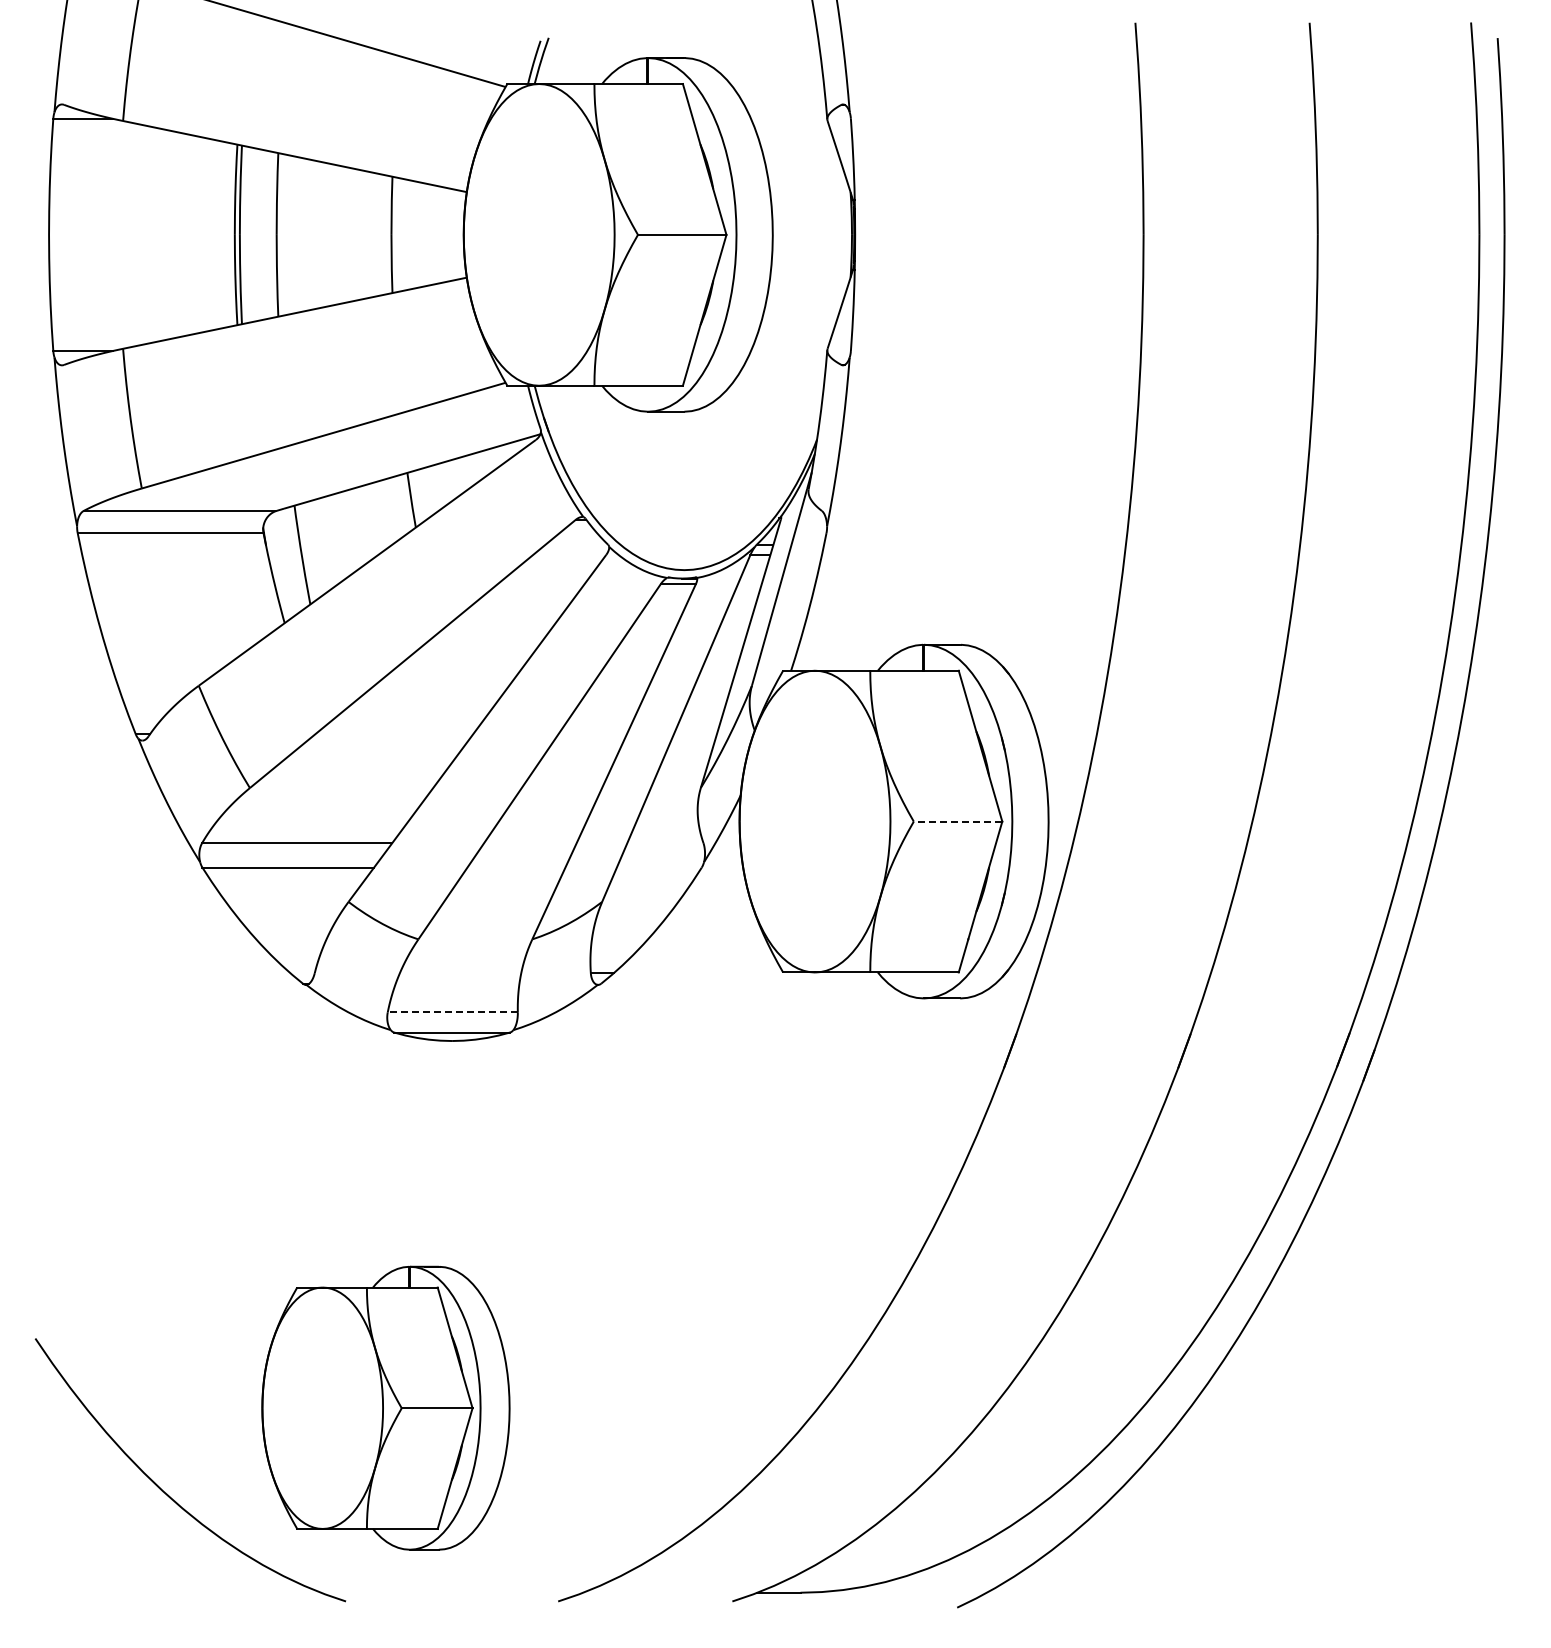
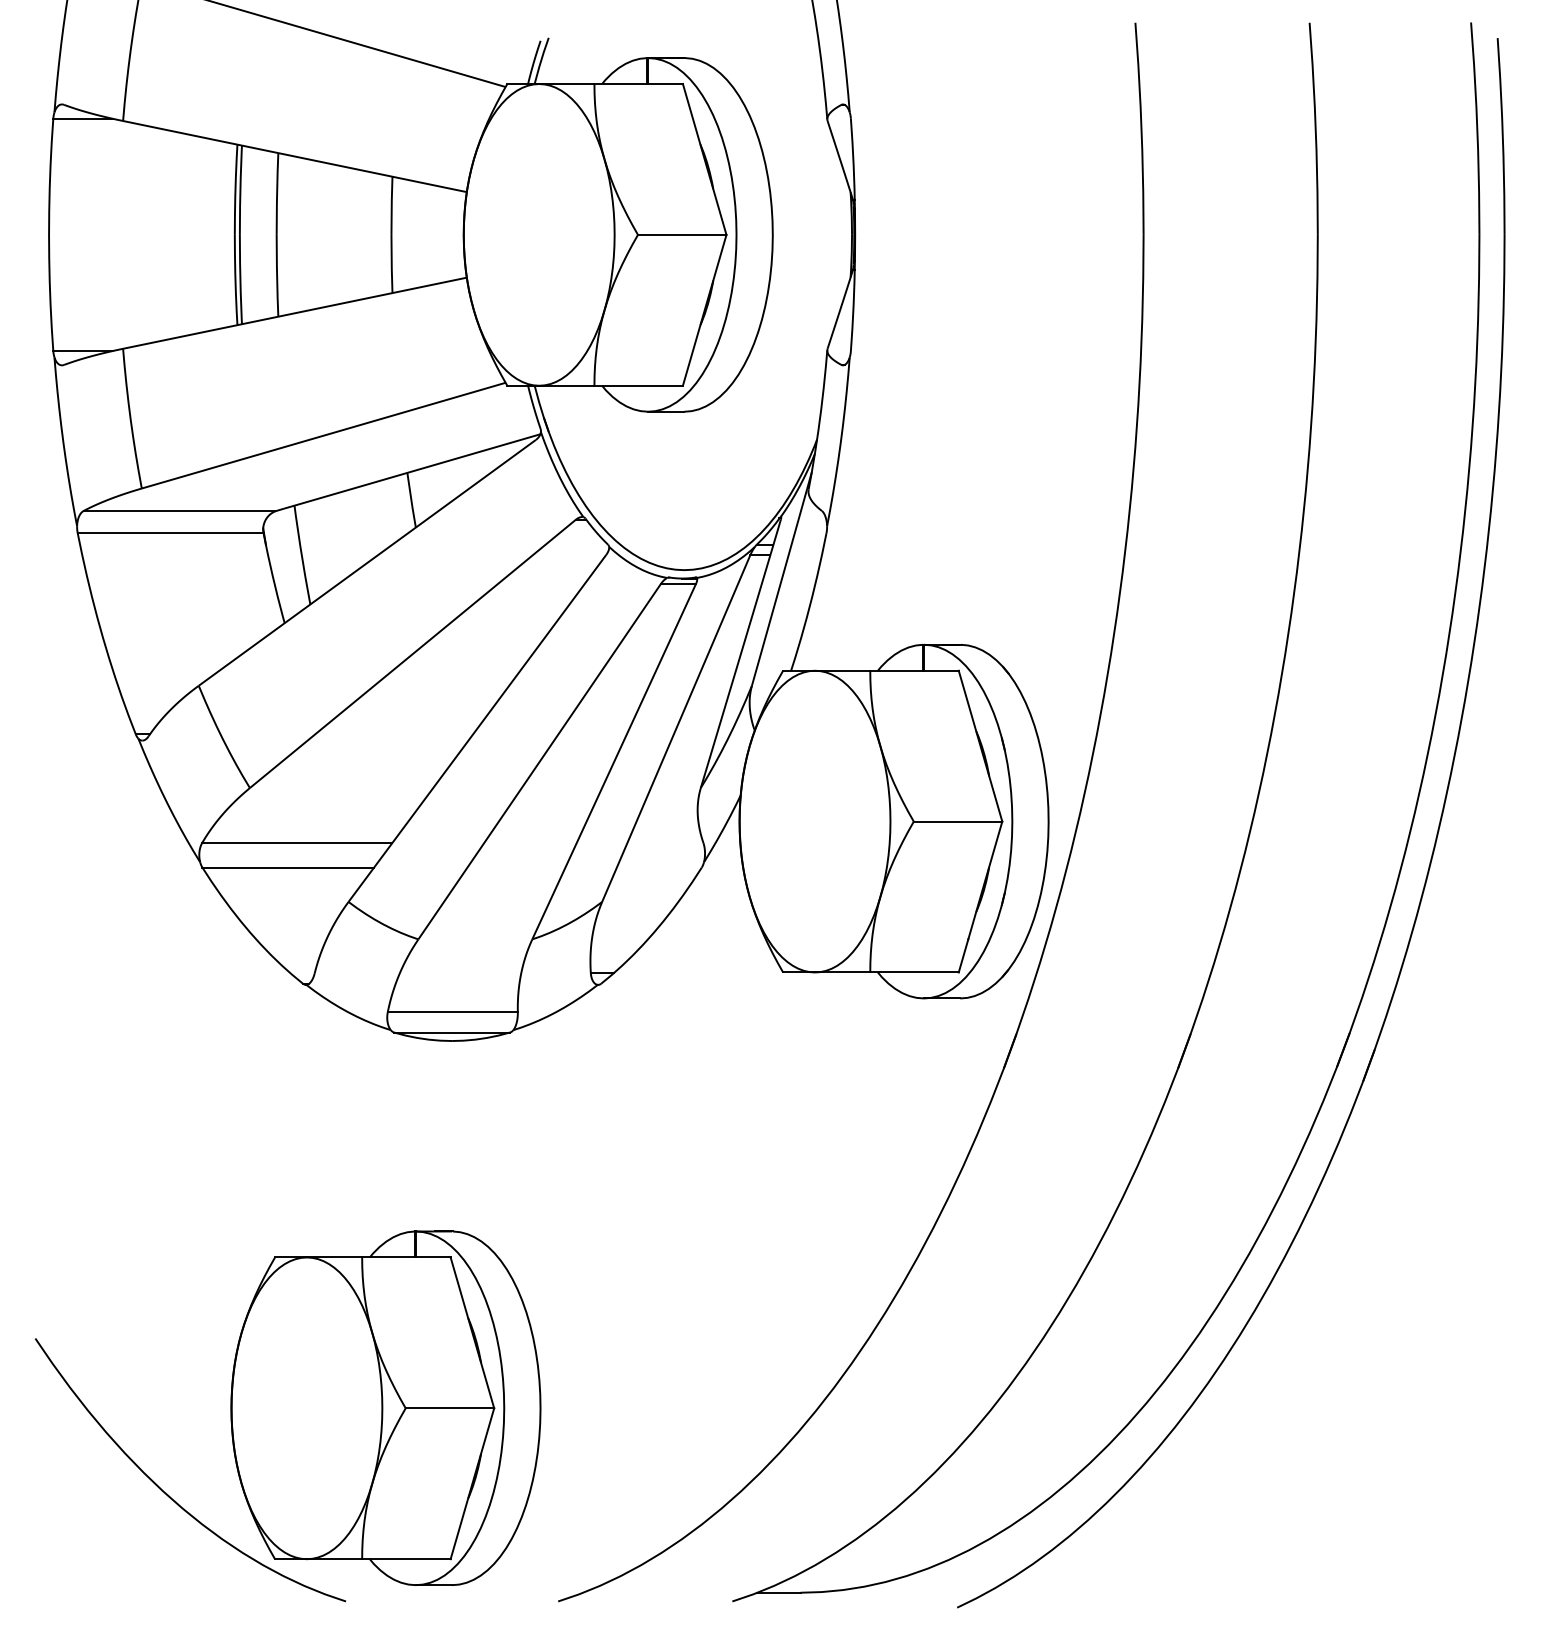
line at (957, 821): dashed -> solid
line at (452, 1012): dashed -> solid
part at (385, 1407) size: 250x286 px -> 312x356 px
